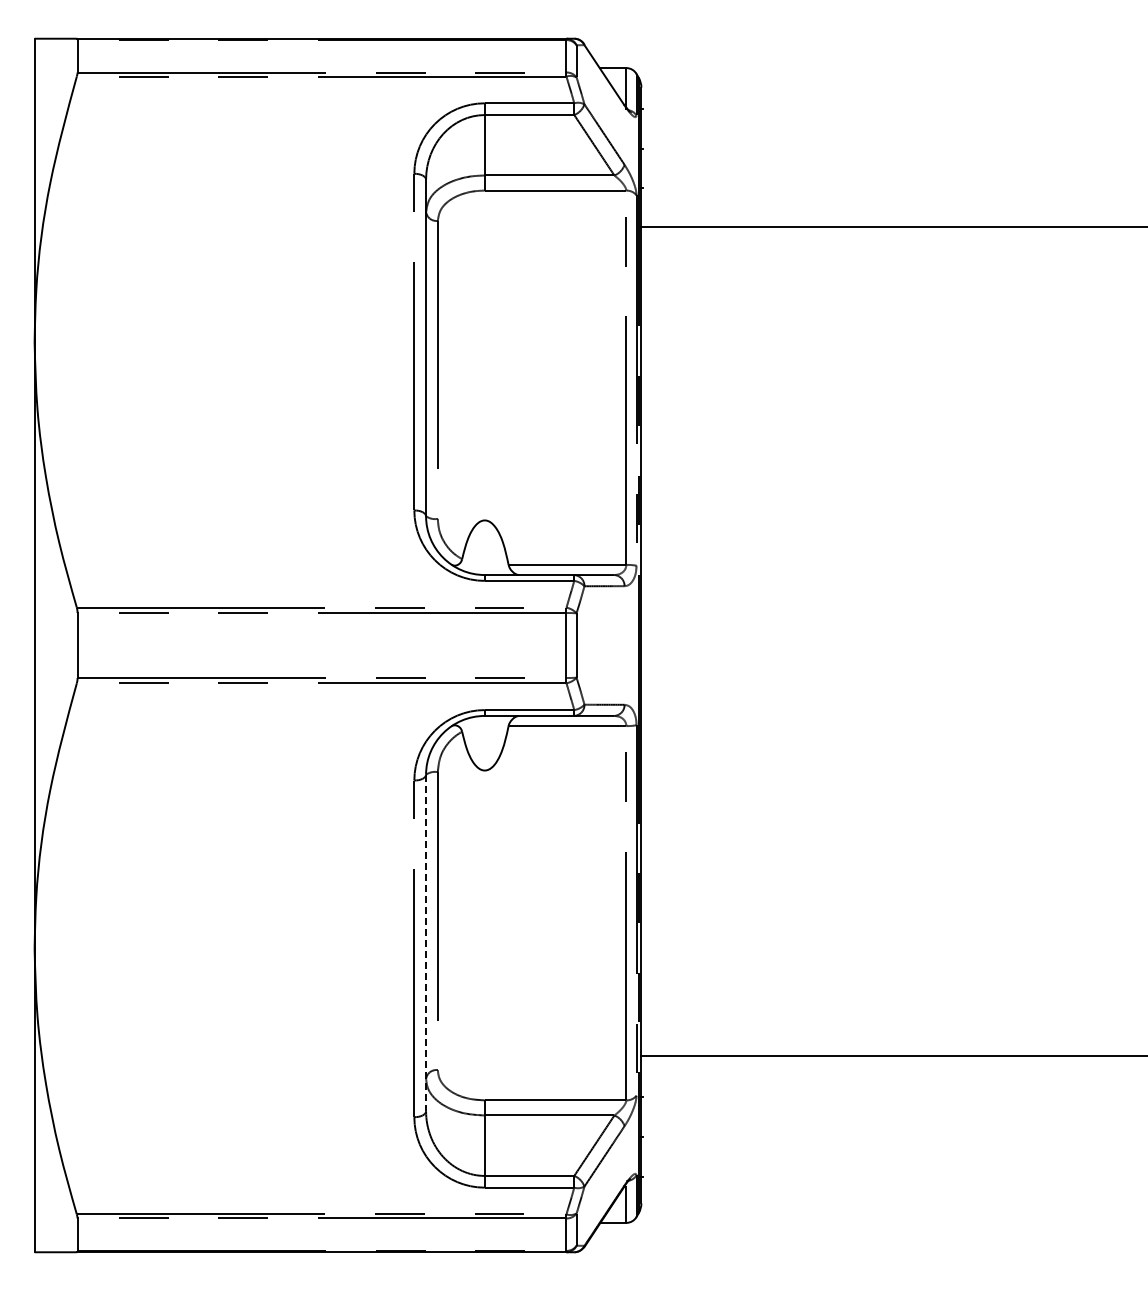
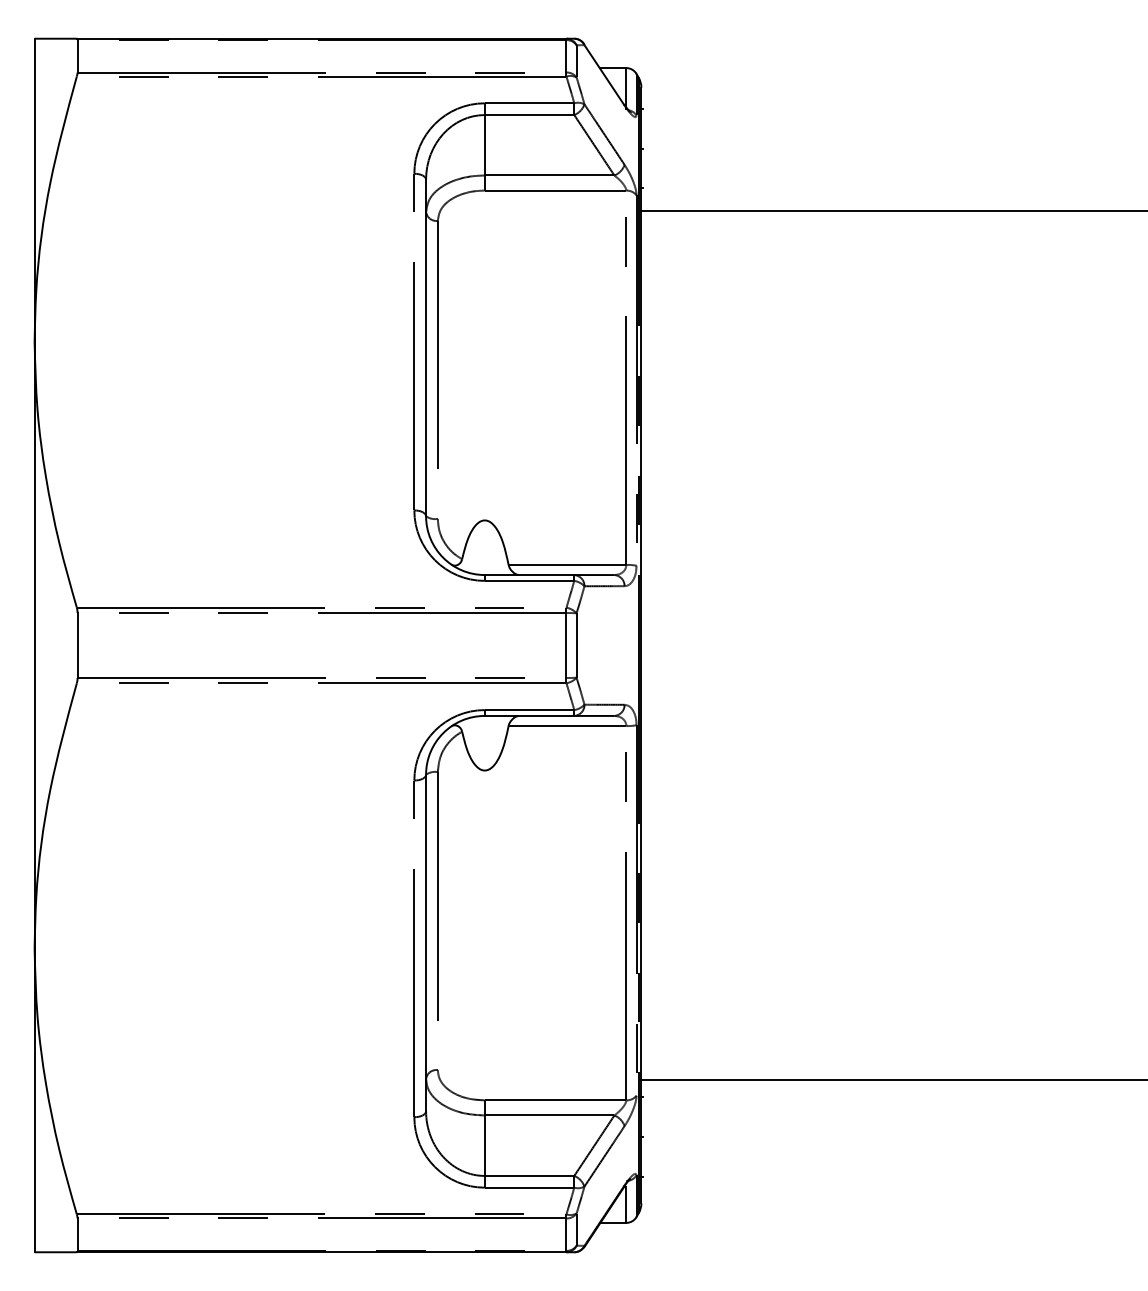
line at (892, 226) position: (892, 226) -> (892, 210)
line at (426, 943): dashed -> solid
line at (892, 1056) position: (892, 1056) -> (892, 1080)
